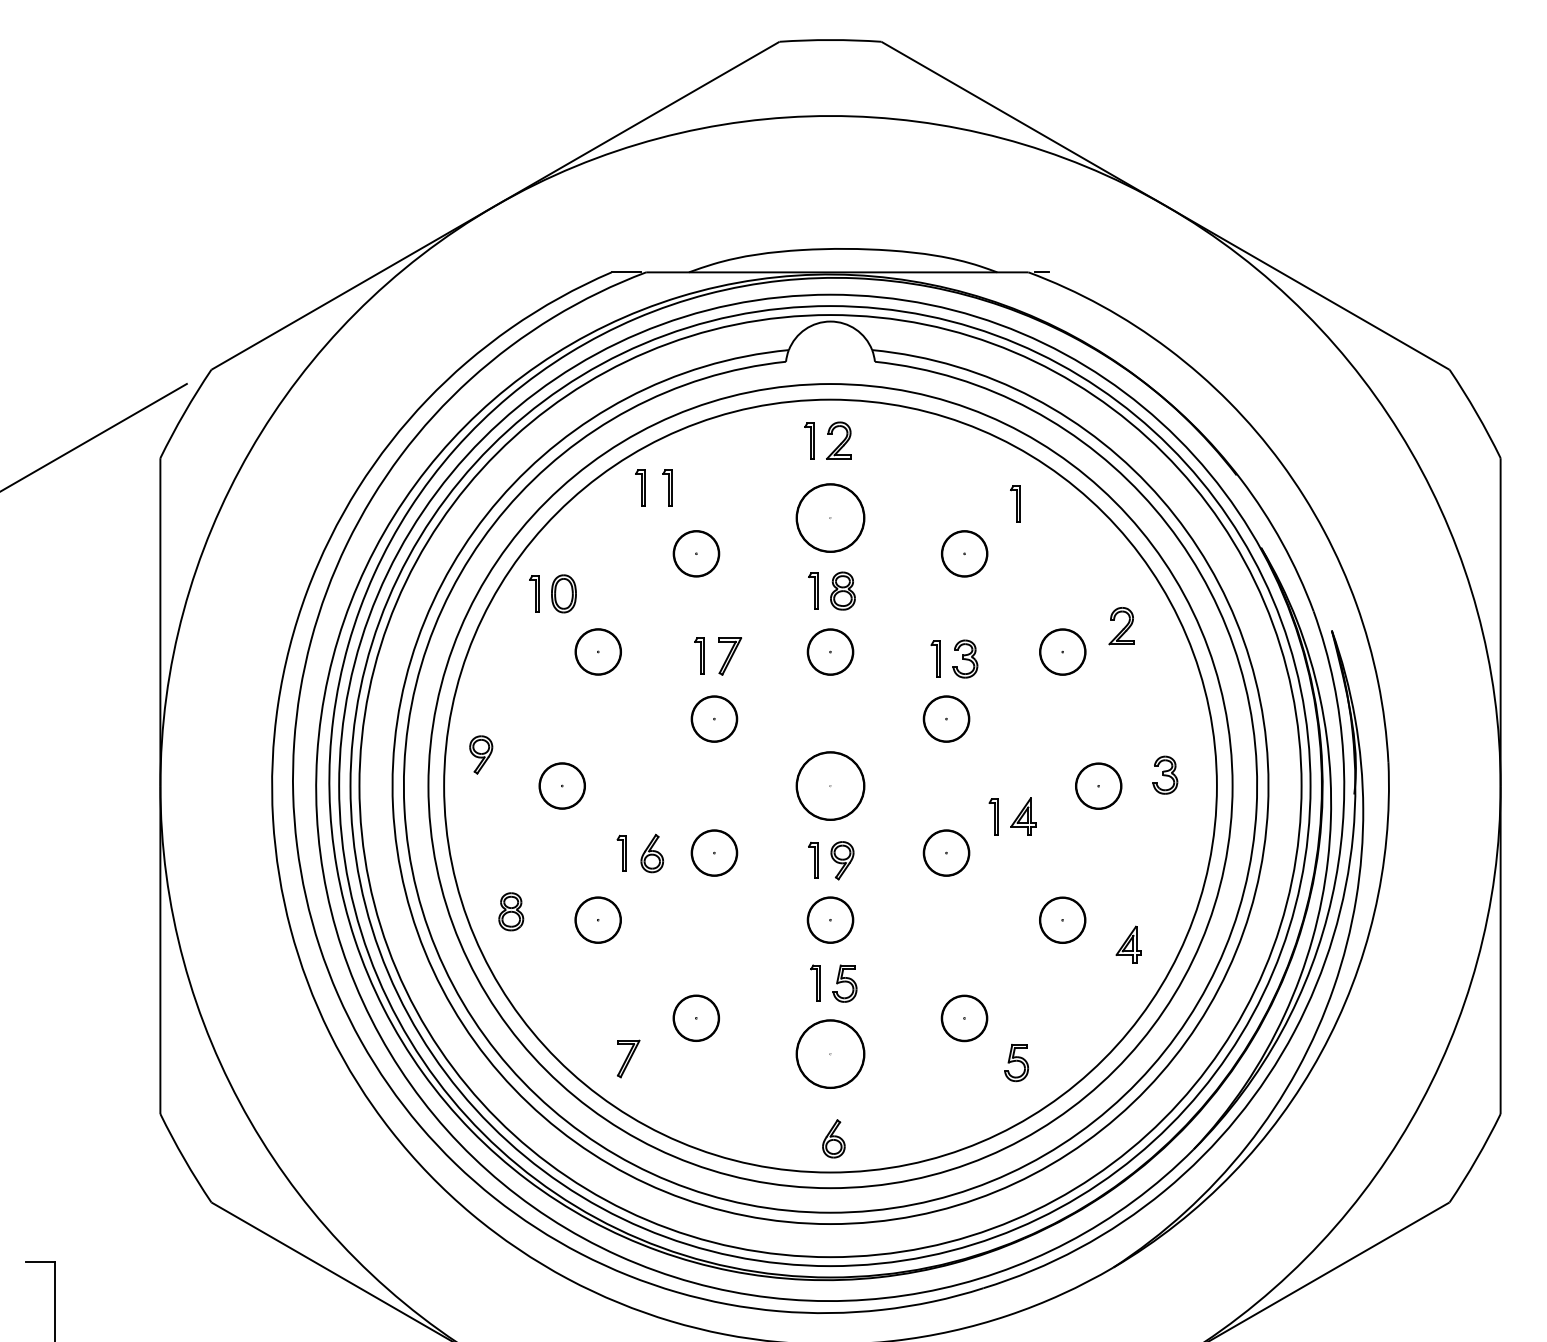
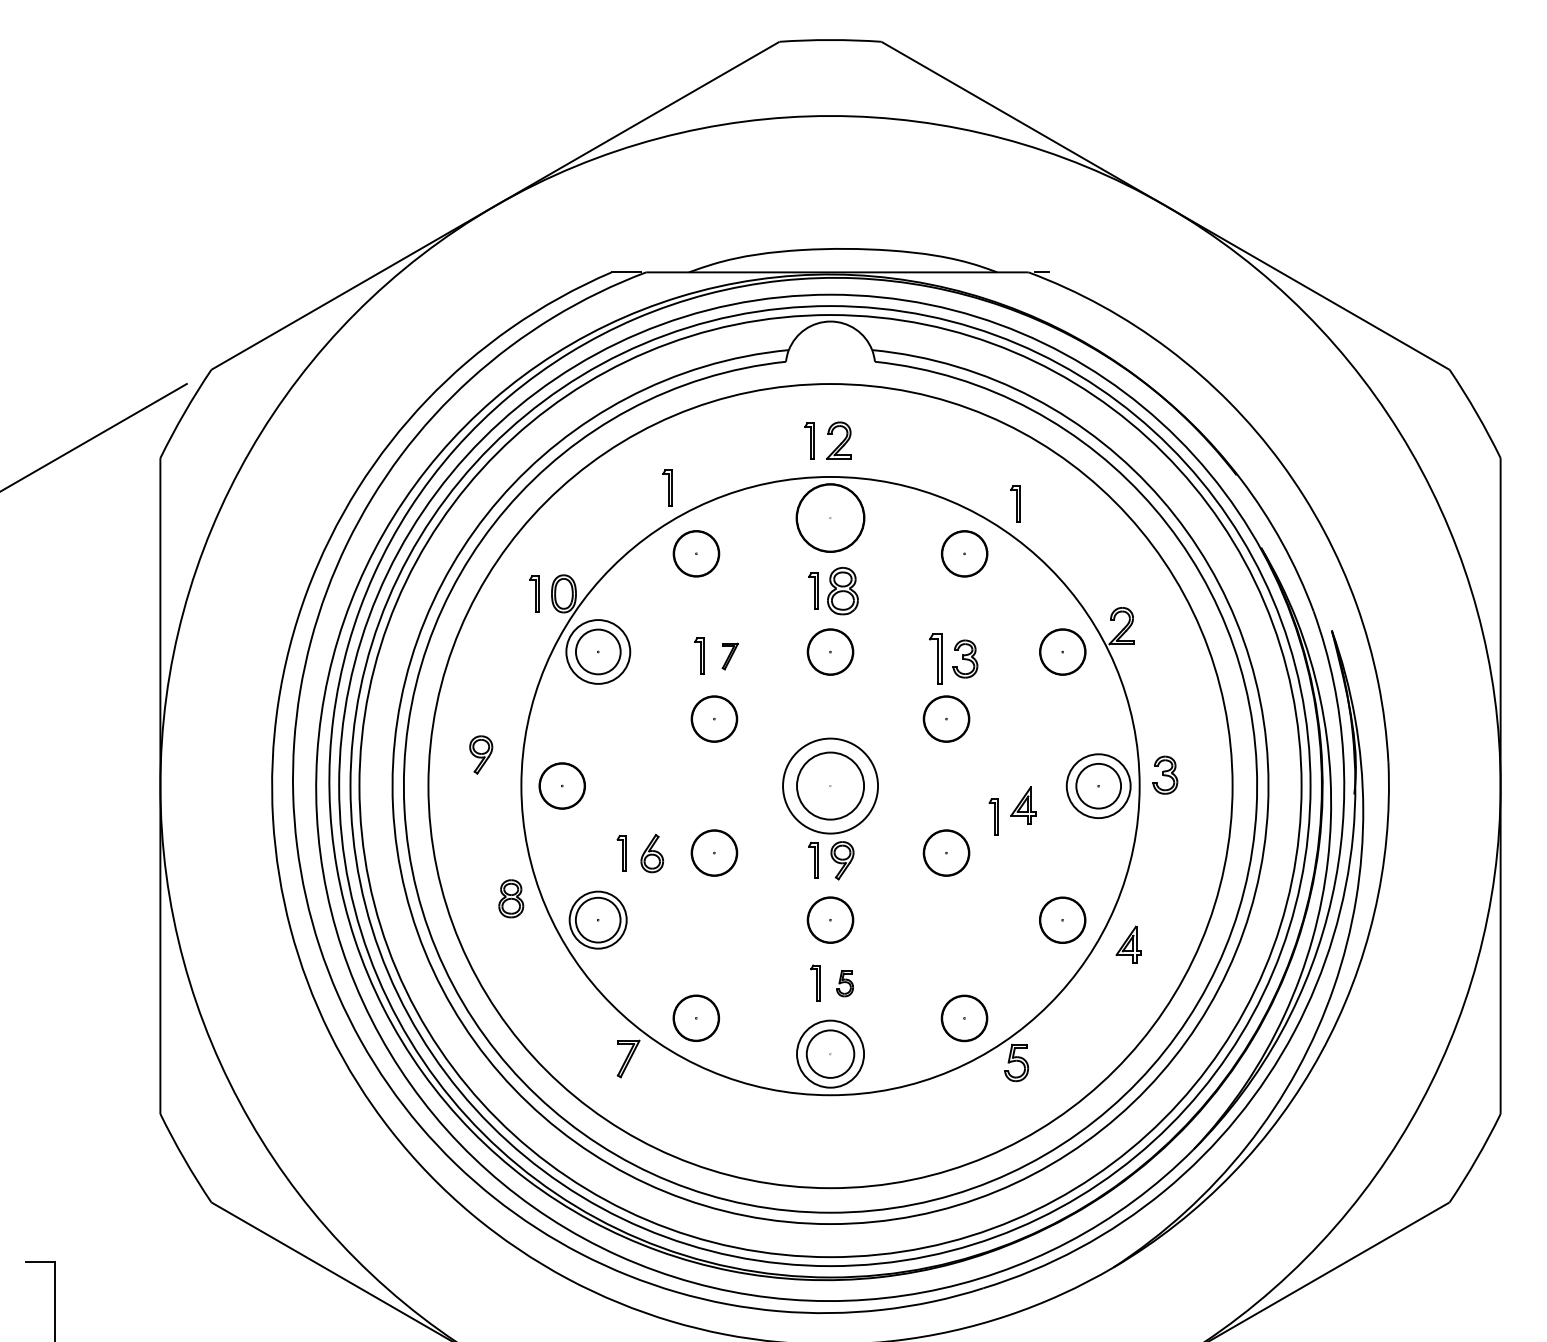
part at (640, 487): present -> none
part at (842, 590) size: 26x40 px -> 32x49 px
circle at (598, 651) diameter: 46 px -> 64 px
part at (730, 656) size: 25x39 px -> 18x29 px
part at (935, 658) size: 11x38 px -> 14x52 px
circle at (830, 785) diameter: 773 px -> 618 px
circle at (830, 786) diameter: 68 px -> 95 px
circle at (1098, 786) diameter: 46 px -> 64 px
part at (1023, 816) position: (1023, 816) -> (1023, 805)
part at (511, 911) position: (511, 911) -> (511, 898)
circle at (598, 919) diameter: 46 px -> 57 px
part at (844, 983) size: 26x39 px -> 18x28 px
circle at (830, 1054) diameter: 68 px -> 47 px
part at (833, 1138): present -> none
